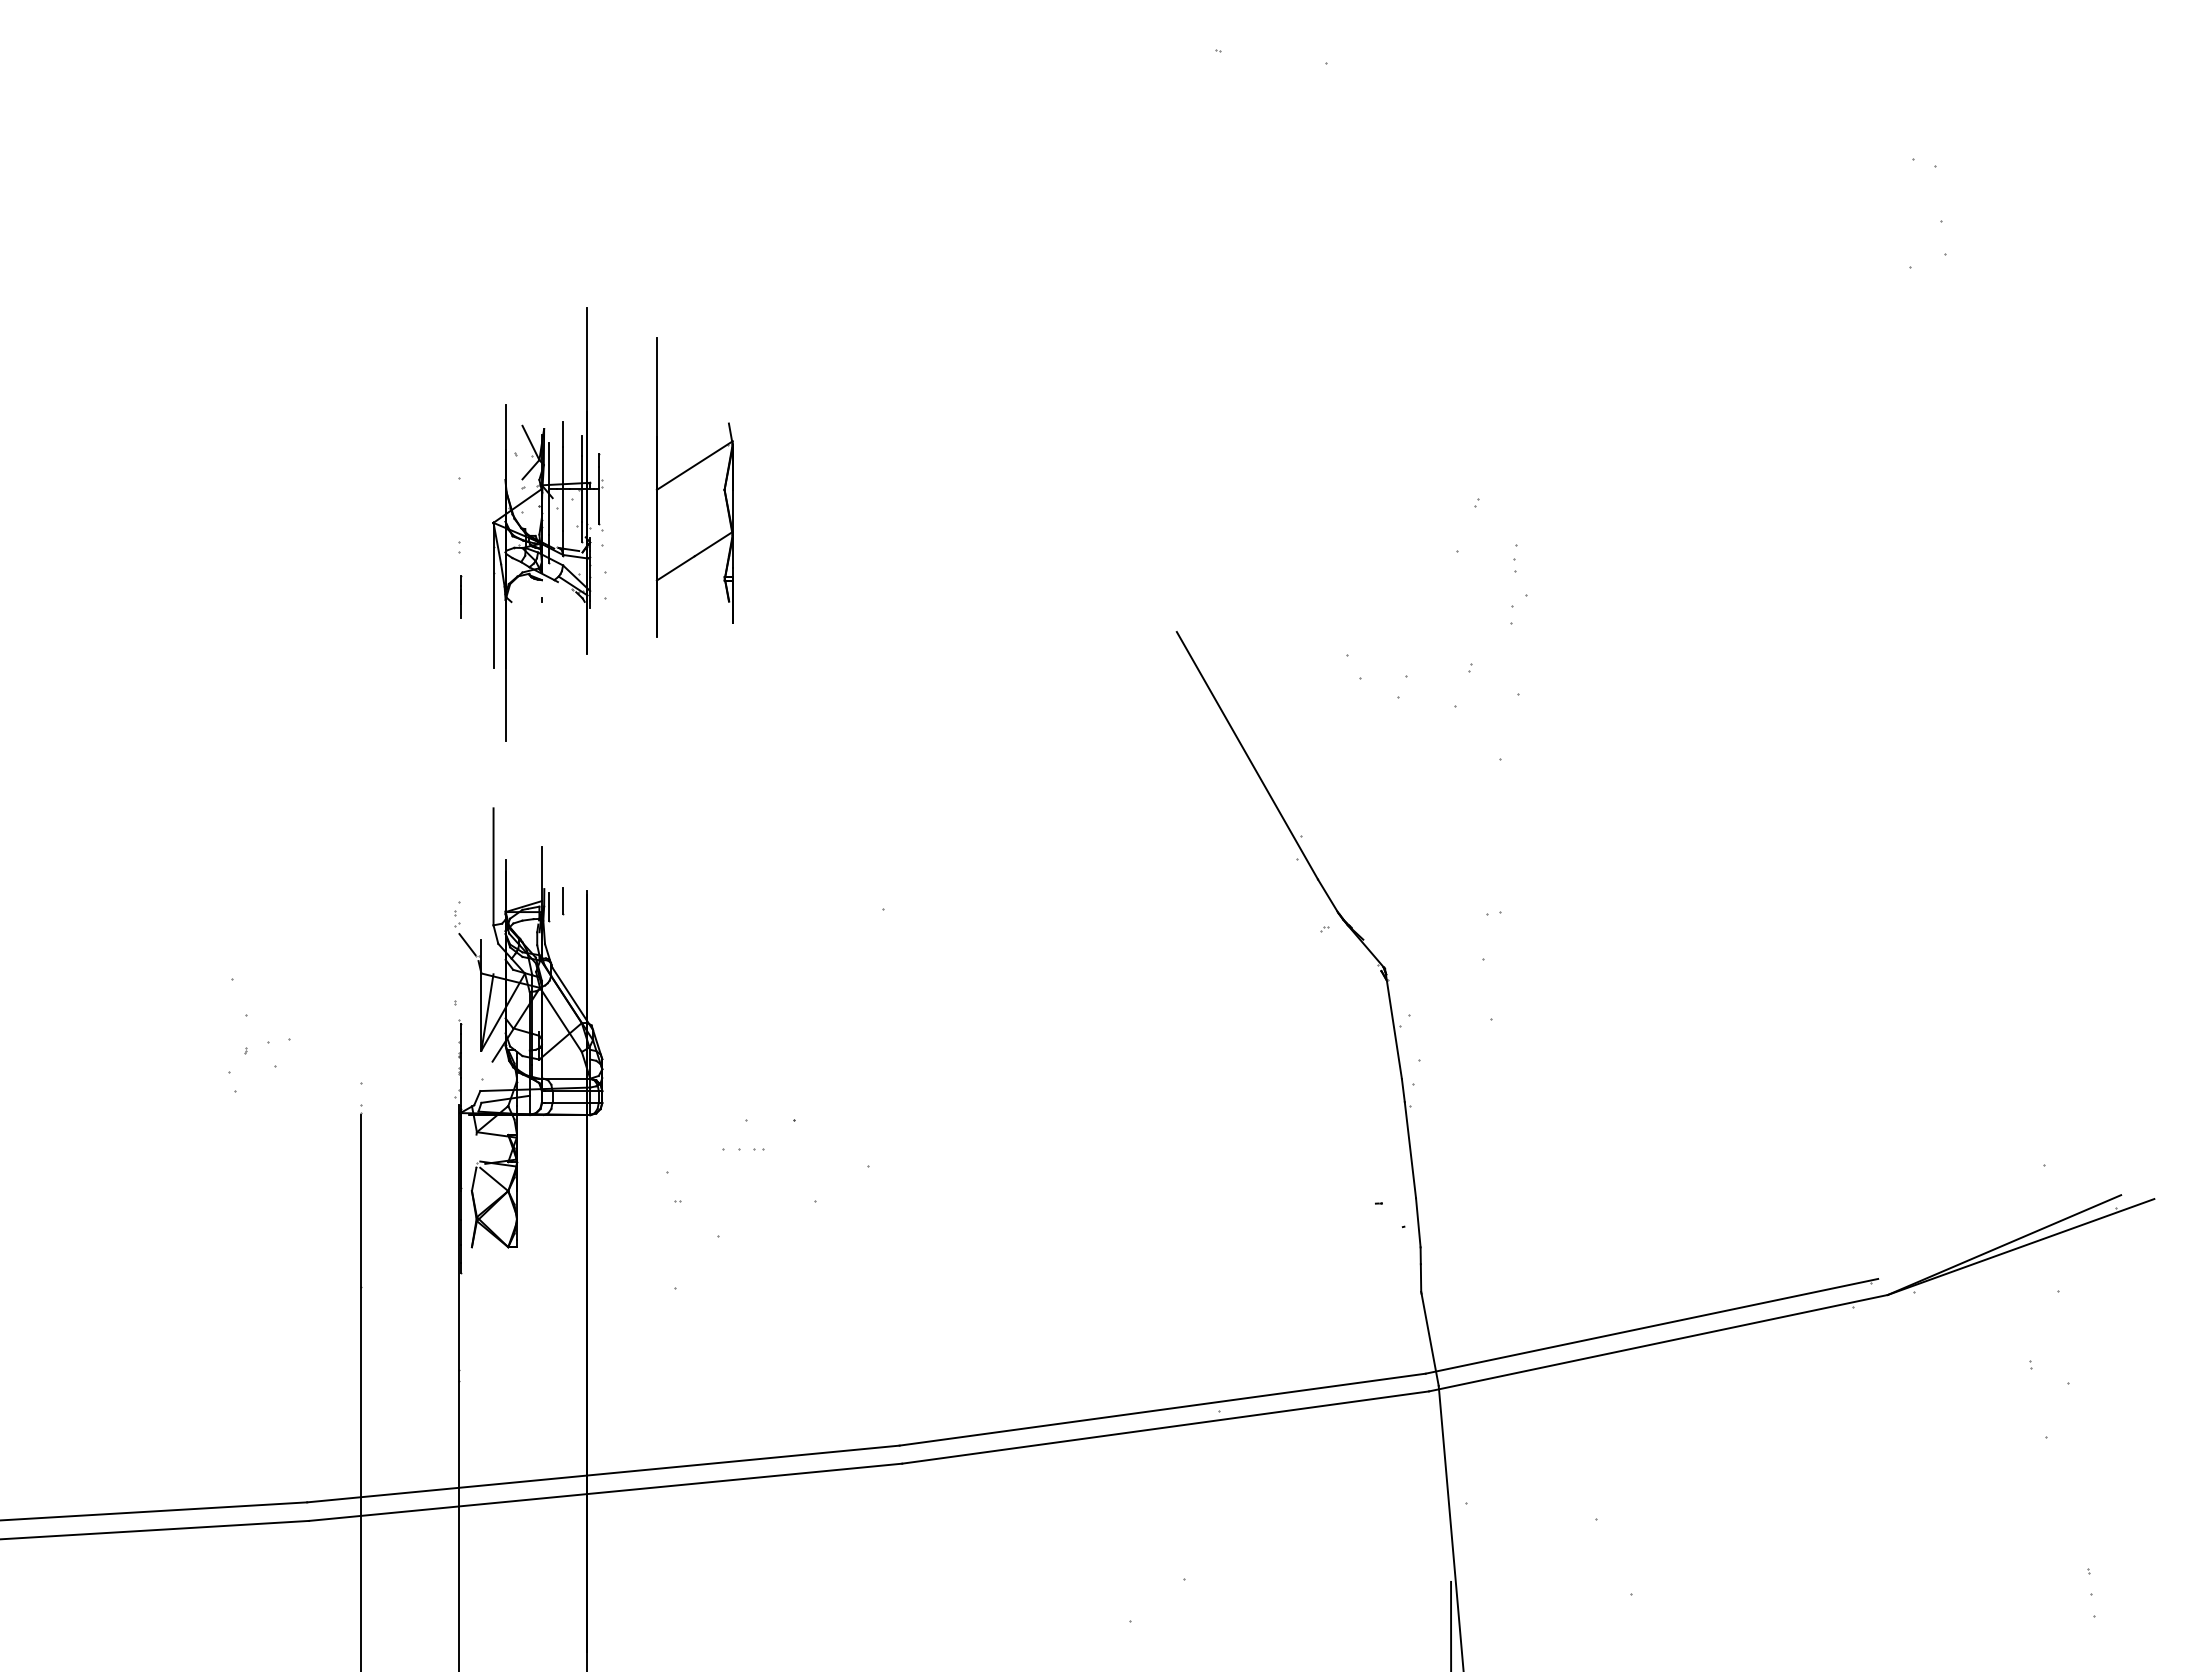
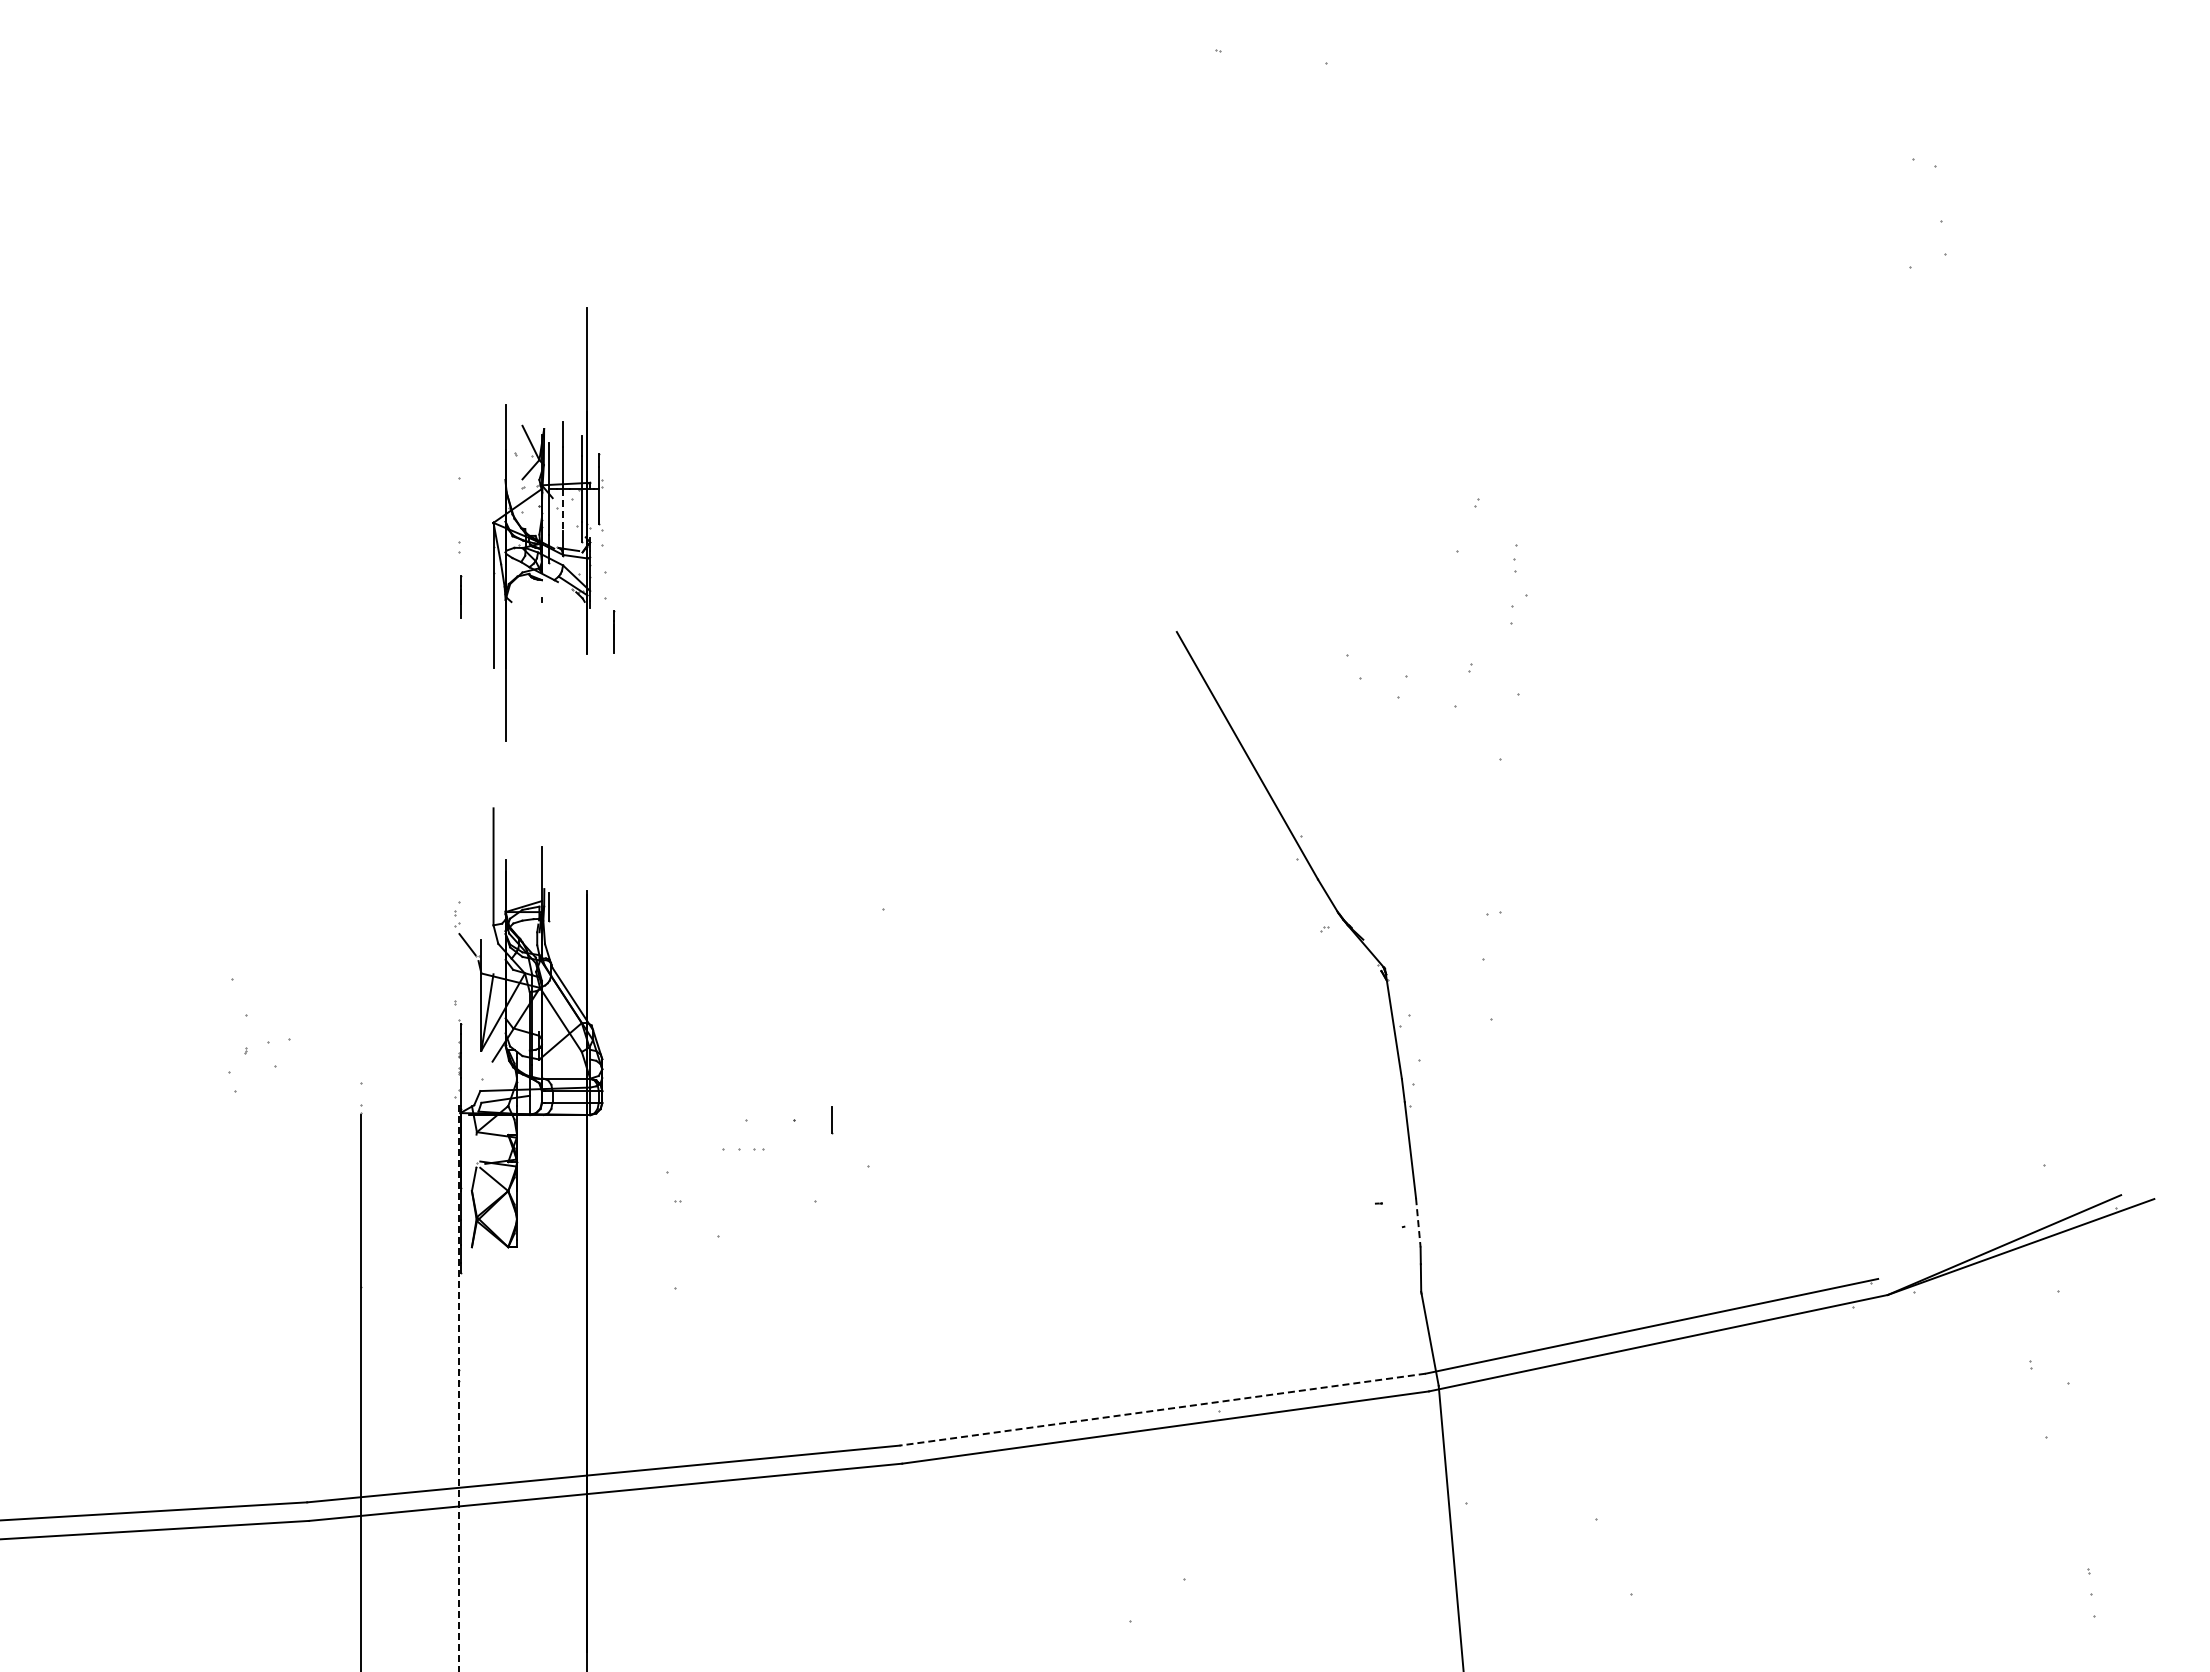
part at (694, 487): present -> none
line at (562, 509): solid -> dashed
line at (614, 631): none -> present
line at (563, 901) position: (563, 901) -> (832, 1120)
line at (1418, 1222): solid -> dashed
line at (459, 1388): solid -> dashed
line at (1162, 1409): solid -> dashed
line at (1451, 1624): present -> none
